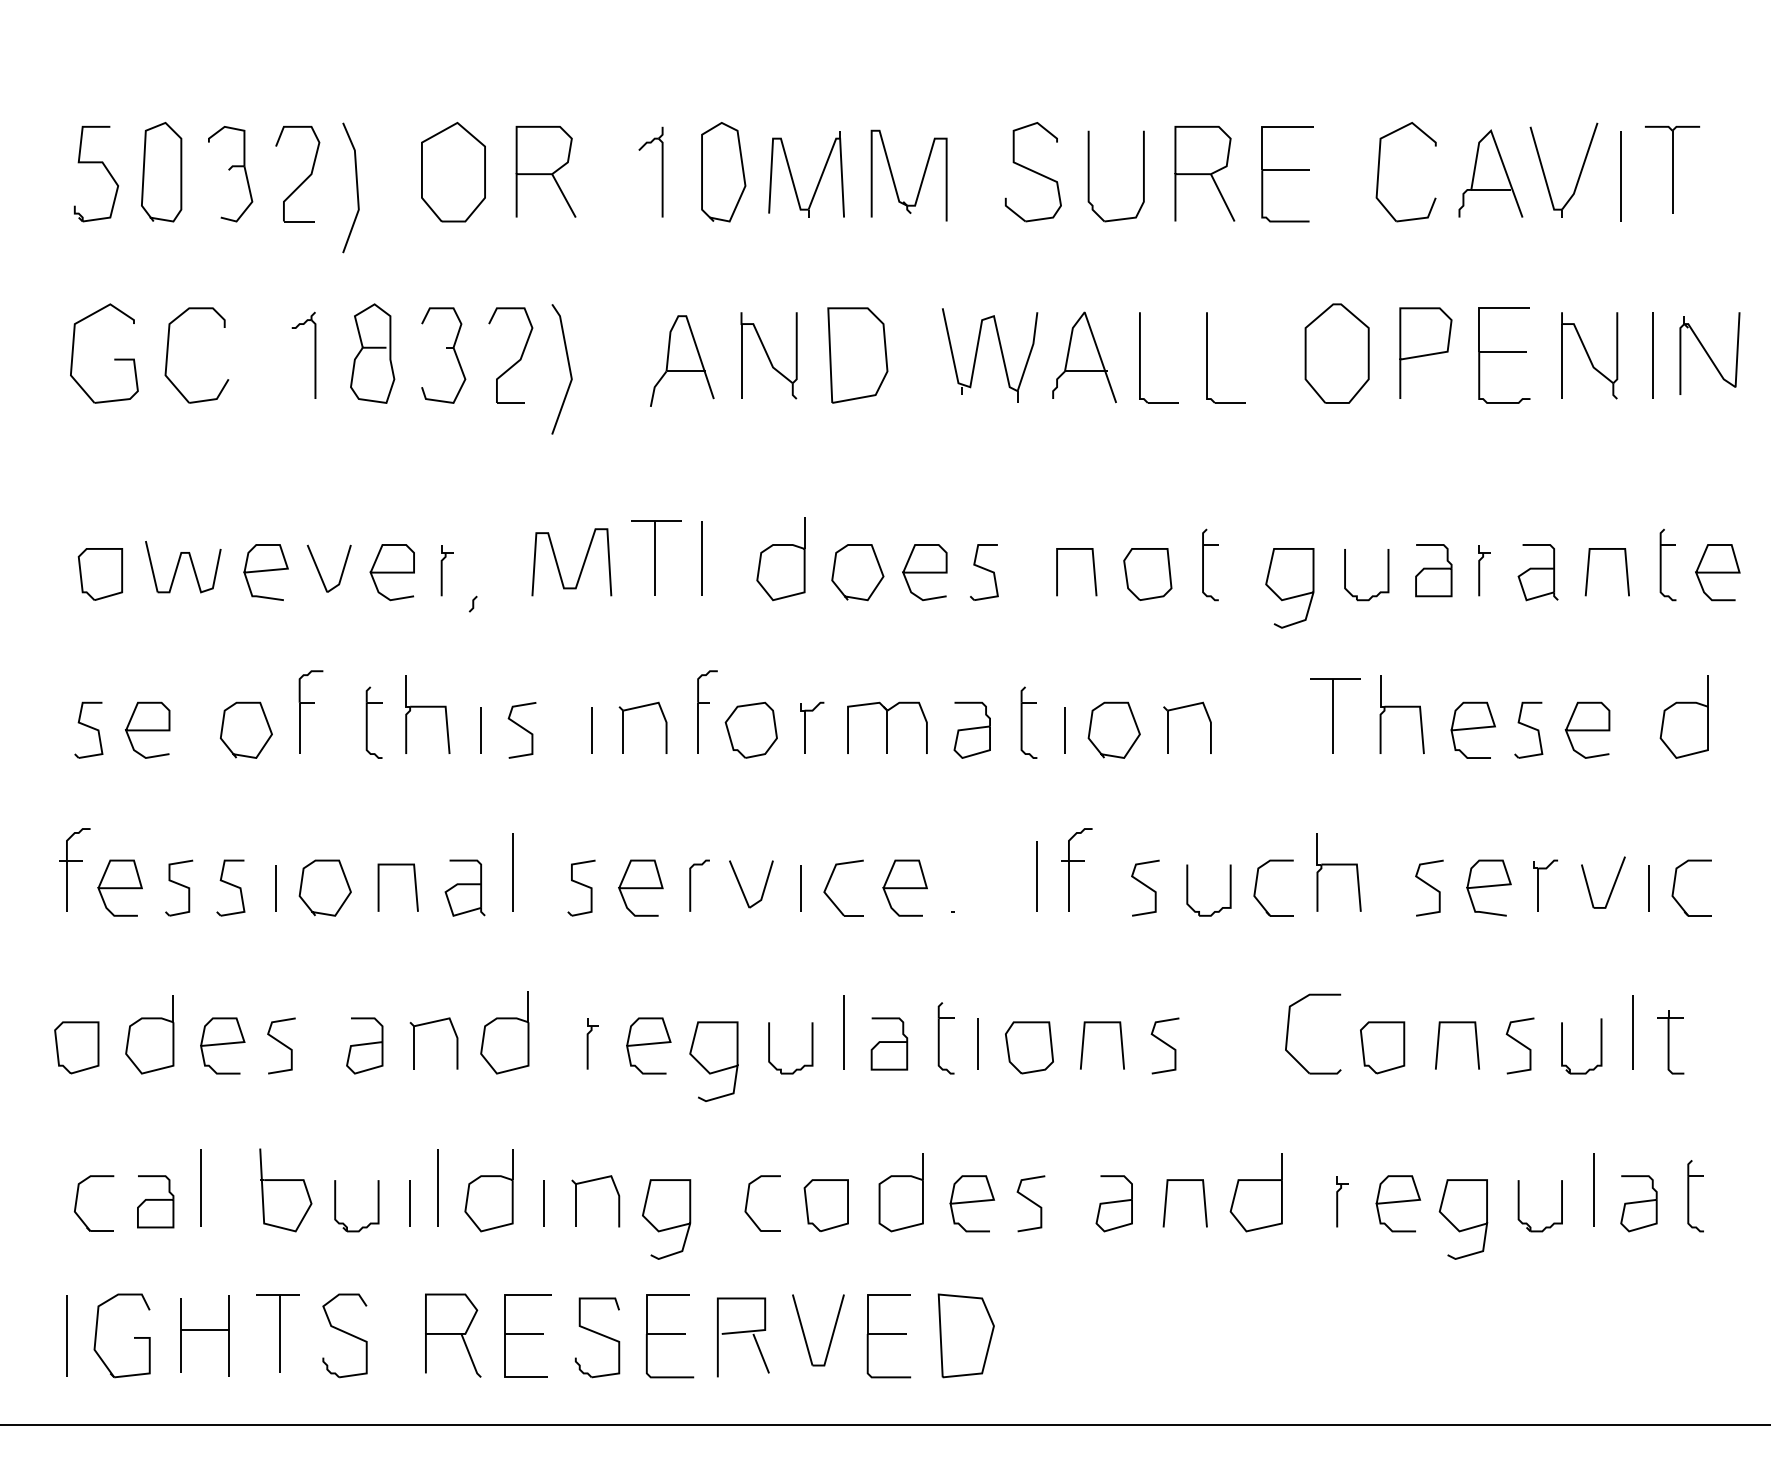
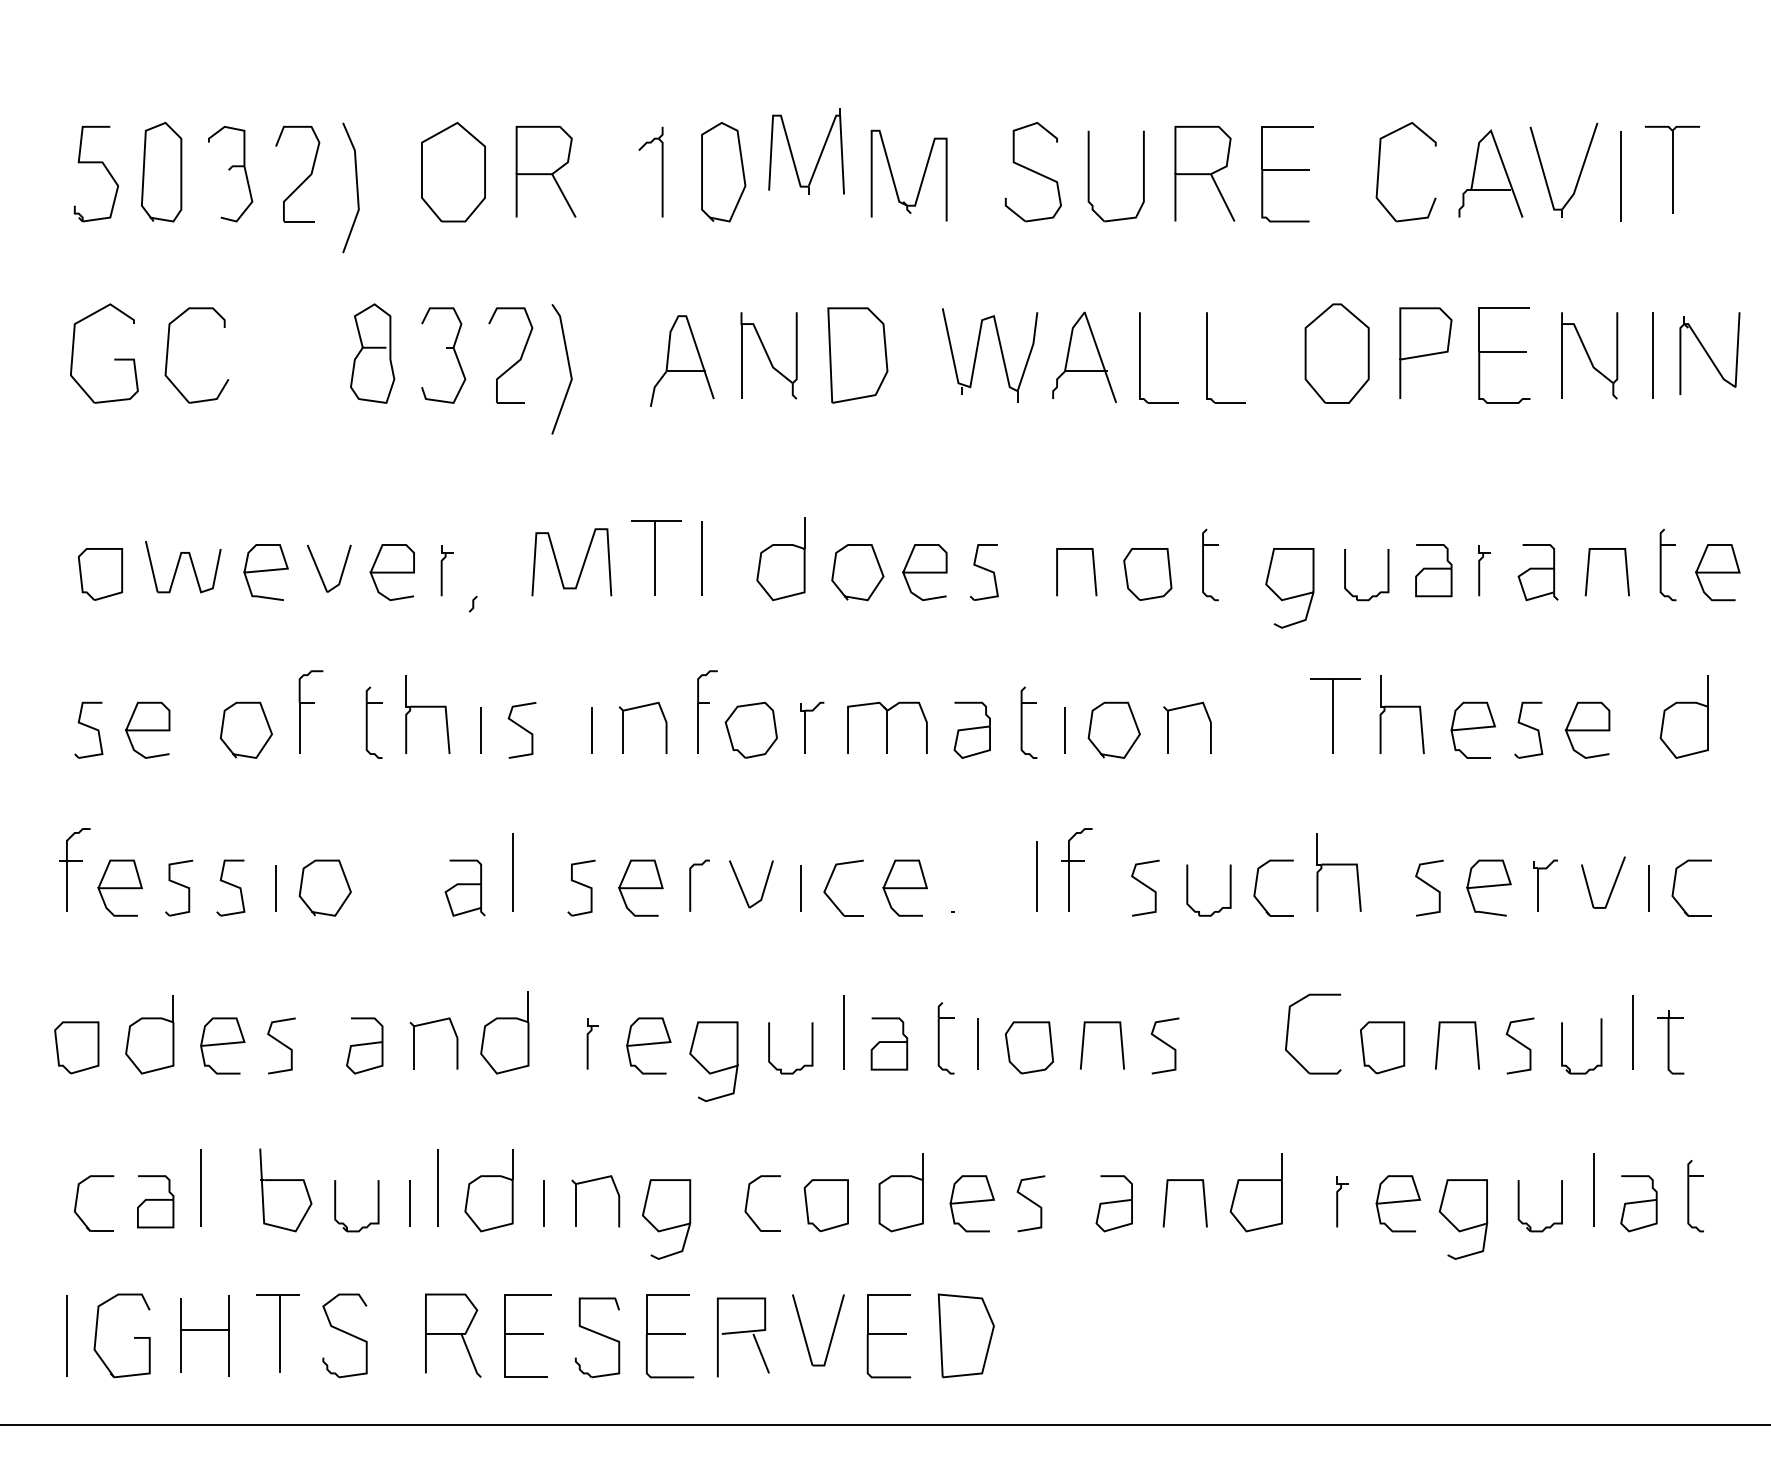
part at (819, 178) position: (819, 178) -> (819, 155)
part at (314, 354): present -> none
line at (414, 885): present -> none
